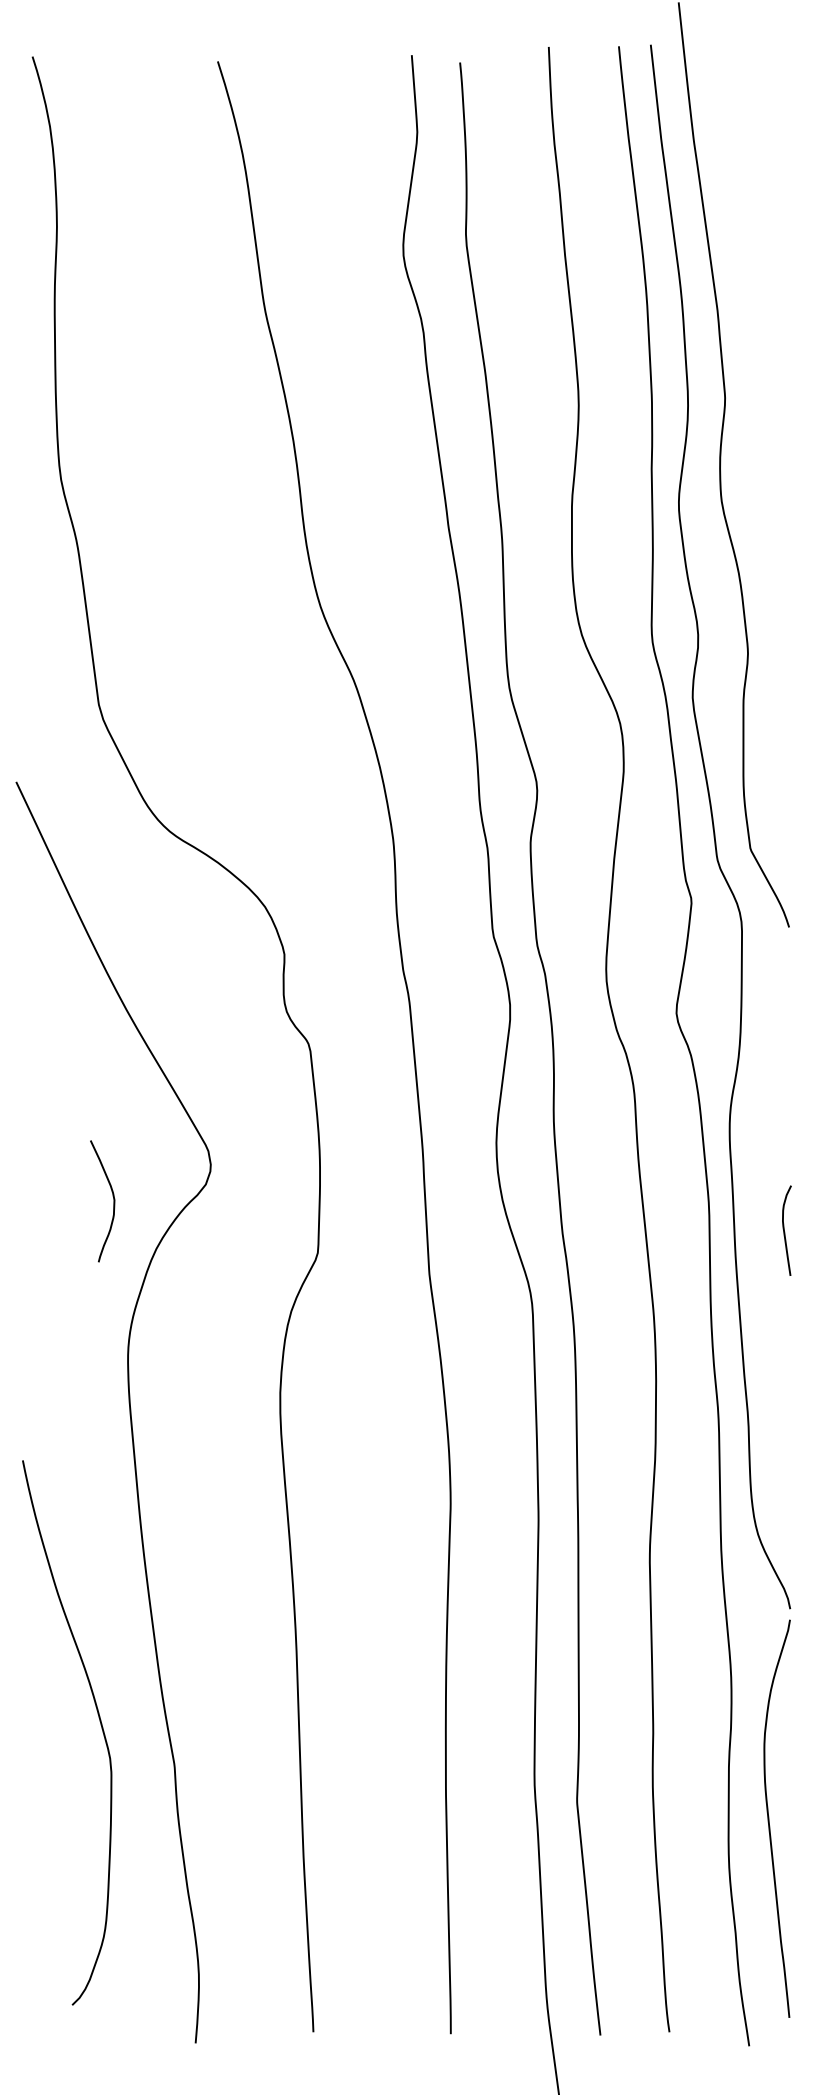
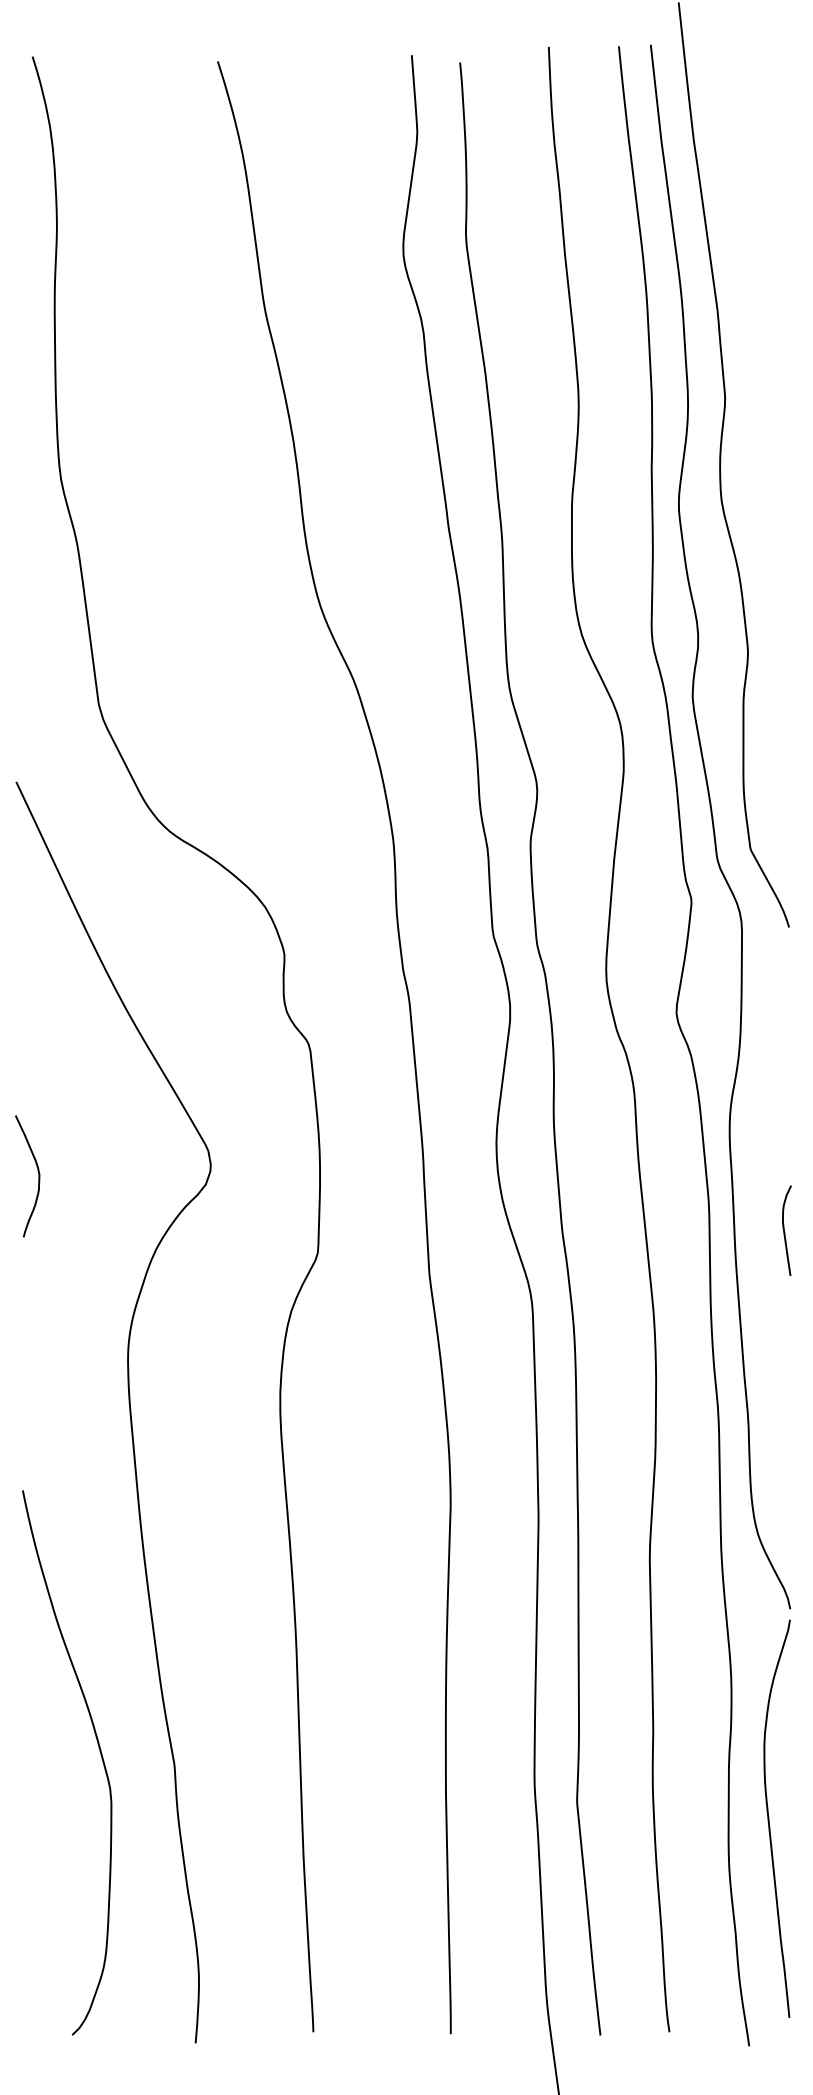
curve at (113, 1201) position: (113, 1201) -> (38, 1176)
curve at (100, 1725) position: (100, 1725) -> (100, 1755)
